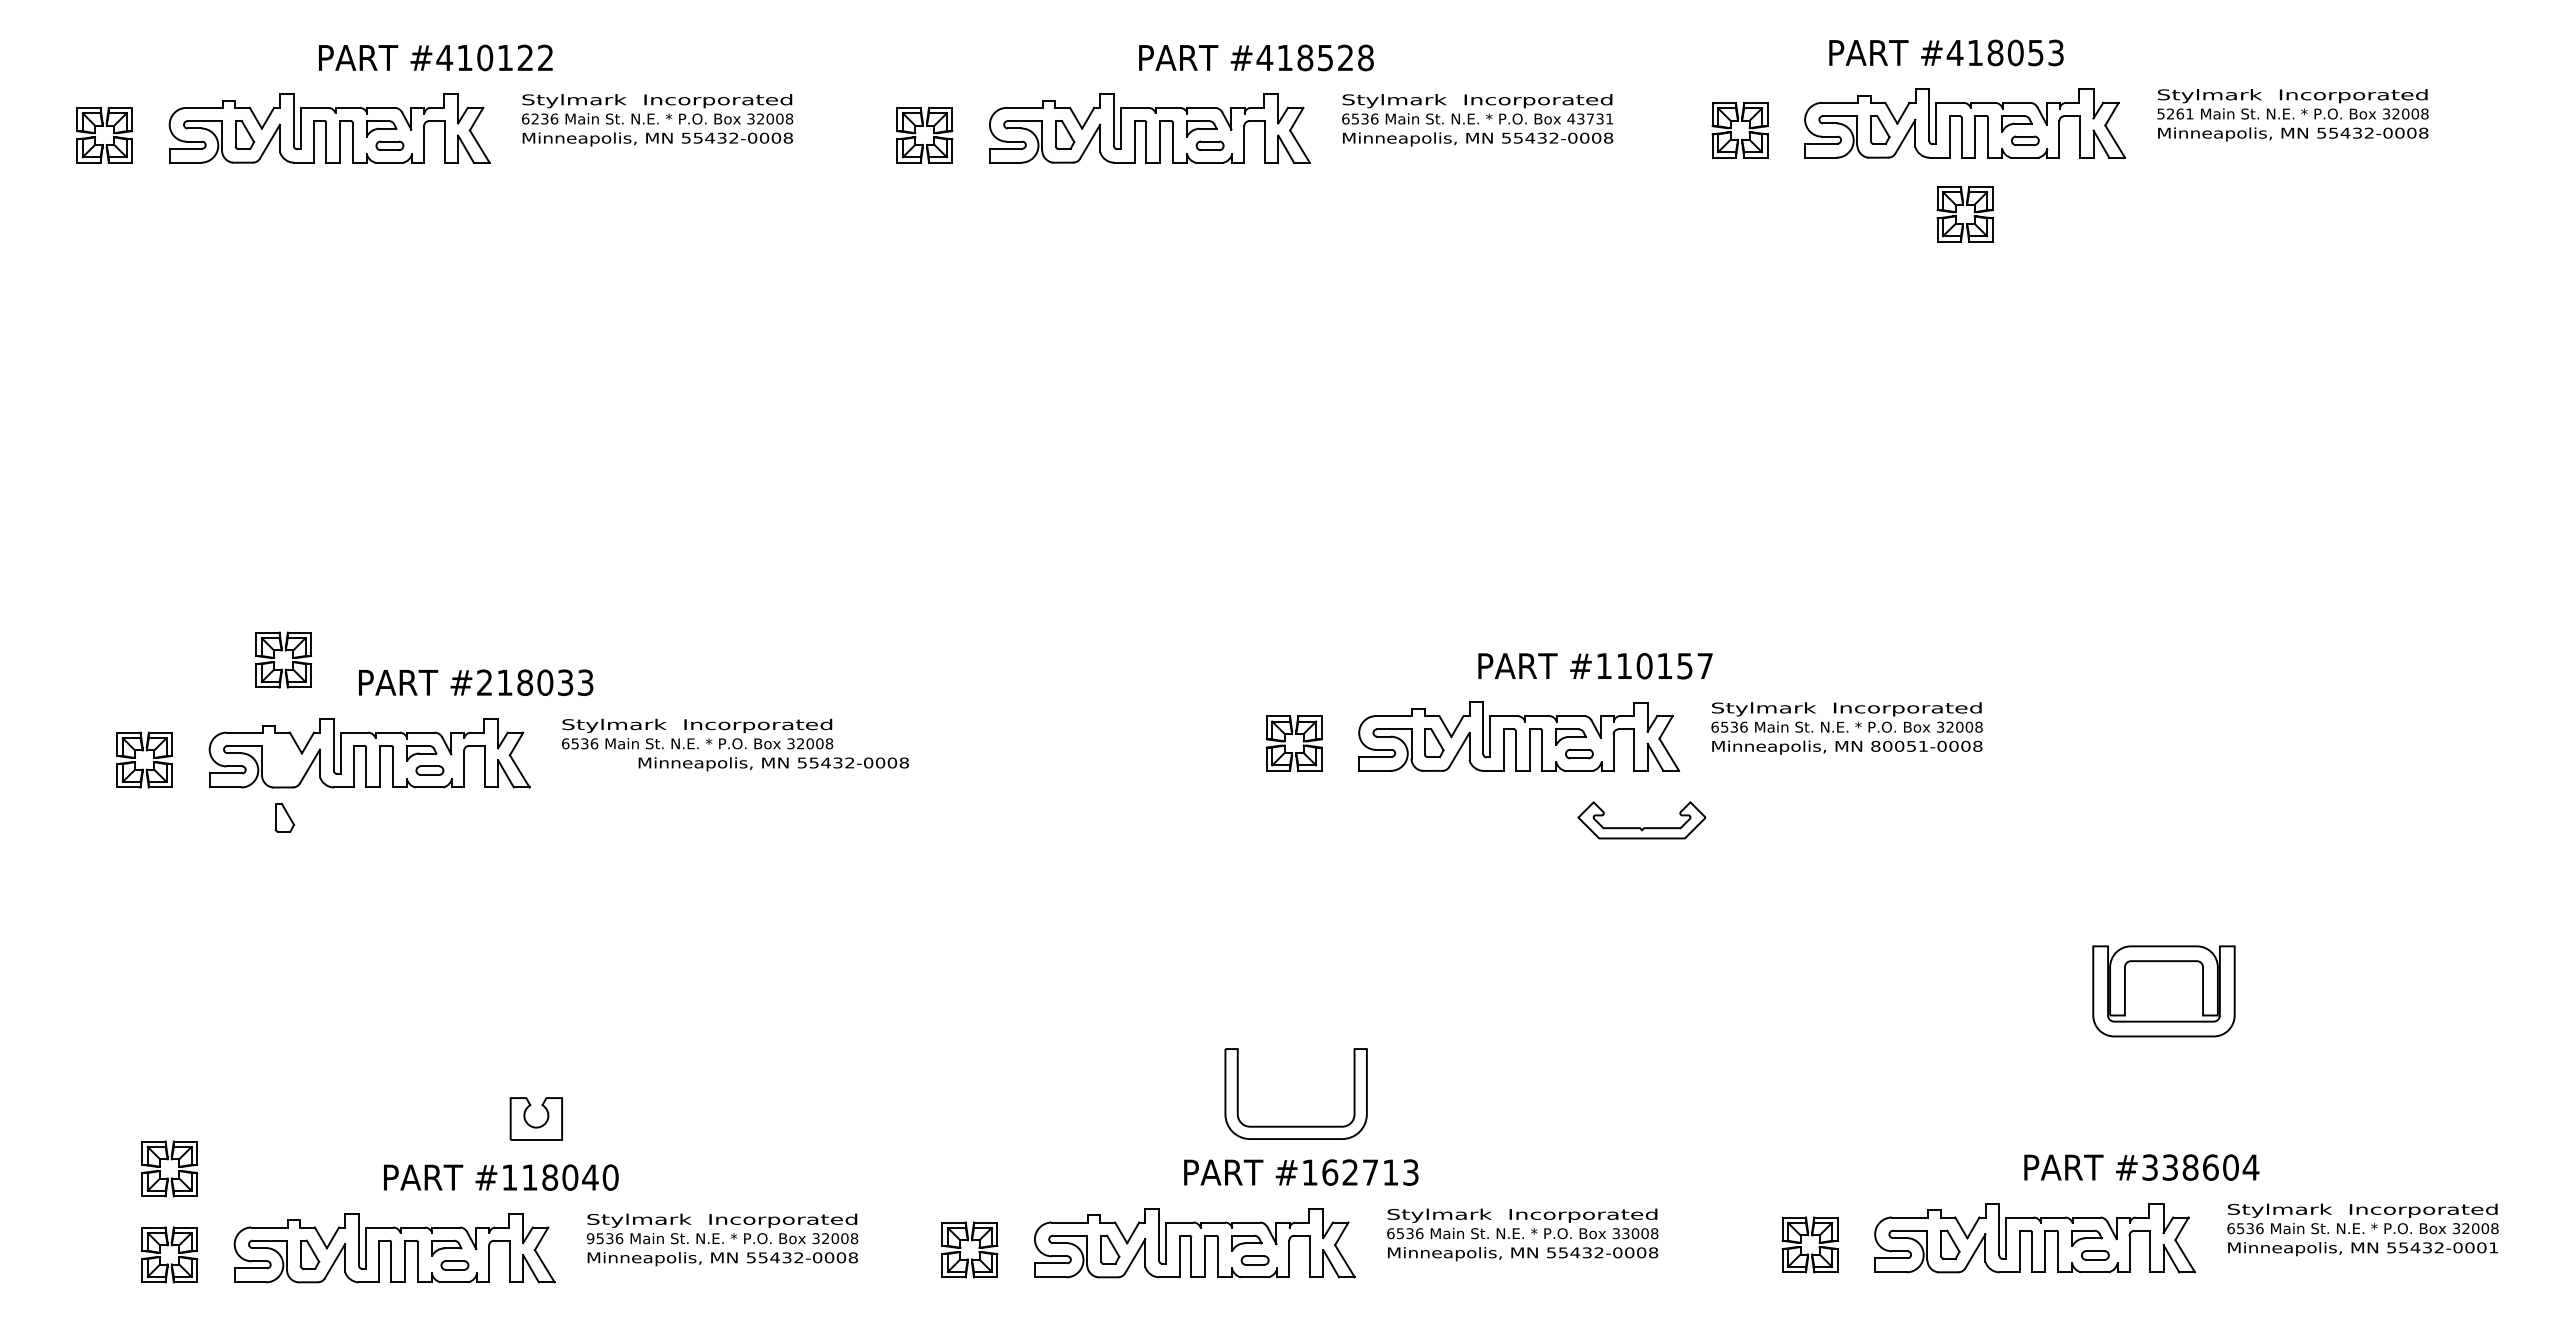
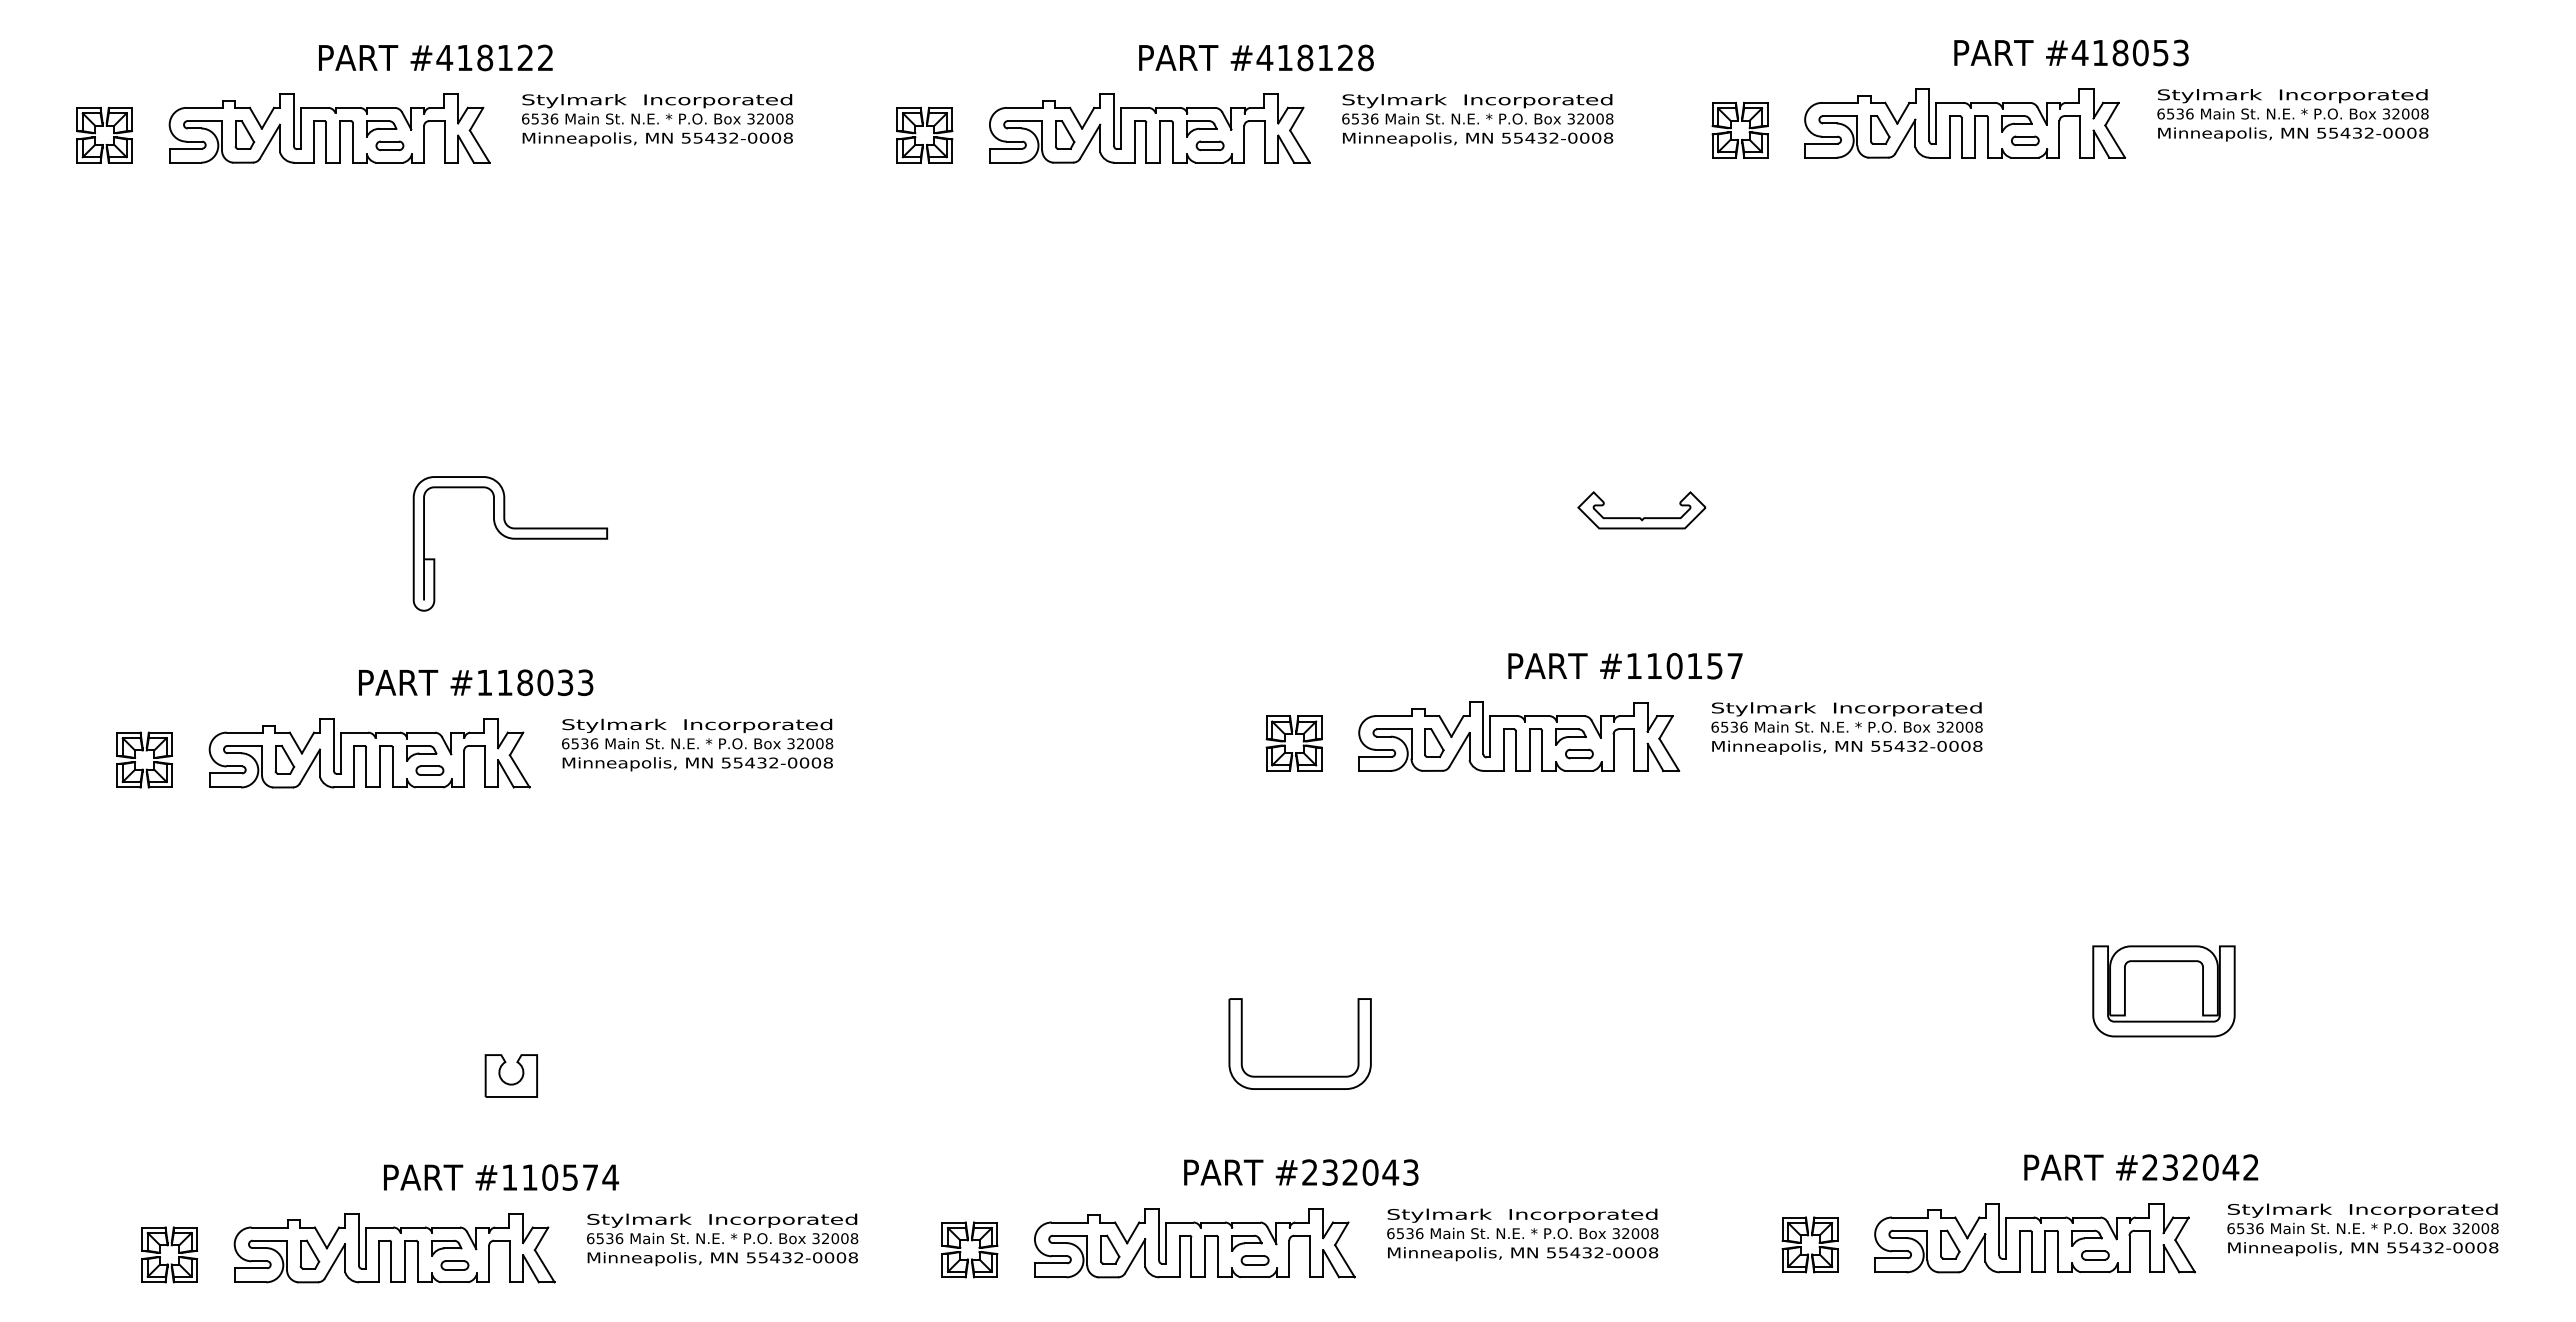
text at (1946, 52) position: (1946, 52) -> (2071, 52)
text at (485, 57): #410122 -> #418122
text at (1325, 58): #418528 -> #418128
text at (2175, 113): 5261 -> 6536
text at (534, 118): 6236 -> 6536
text at (1590, 118): 43731 -> 32008
part at (1963, 205): present -> none
curve at (510, 539): none -> present
part at (282, 651): present -> none
text at (1595, 666) position: (1595, 666) -> (1625, 666)
text at (484, 682): #218033 -> #118033
text at (1899, 745): 80051-0008 -> 55432-0008
text at (773, 764) position: (773, 764) -> (697, 764)
part at (284, 817) position: (284, 817) -> (284, 759)
part at (1640, 827) position: (1640, 827) -> (1640, 517)
part at (532, 1125) position: (532, 1125) -> (507, 1082)
part at (1295, 1125) position: (1295, 1125) -> (1299, 1075)
part at (168, 1160): present -> none
text at (2200, 1167): #338604 -> #232042
text at (1350, 1172): #162713 -> #232043
text at (580, 1177): #118040 -> #110574
text at (1625, 1234): 33008 -> 32008
text at (590, 1238): 9536 -> 6536
text at (2493, 1247): 55432-0001 -> 55432-0008
